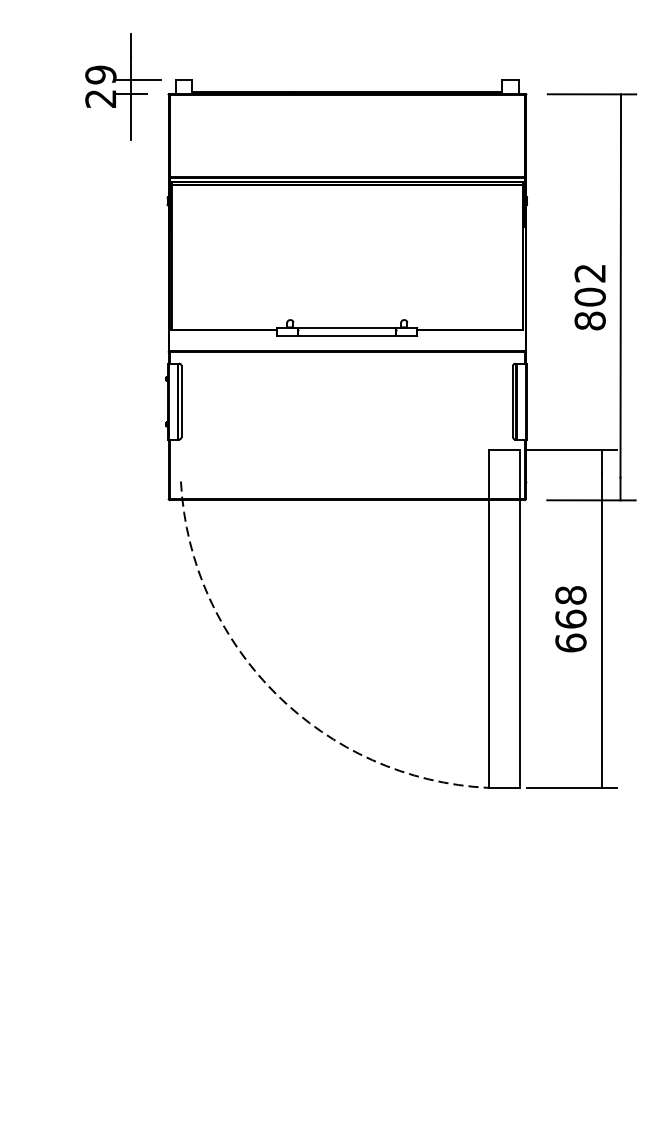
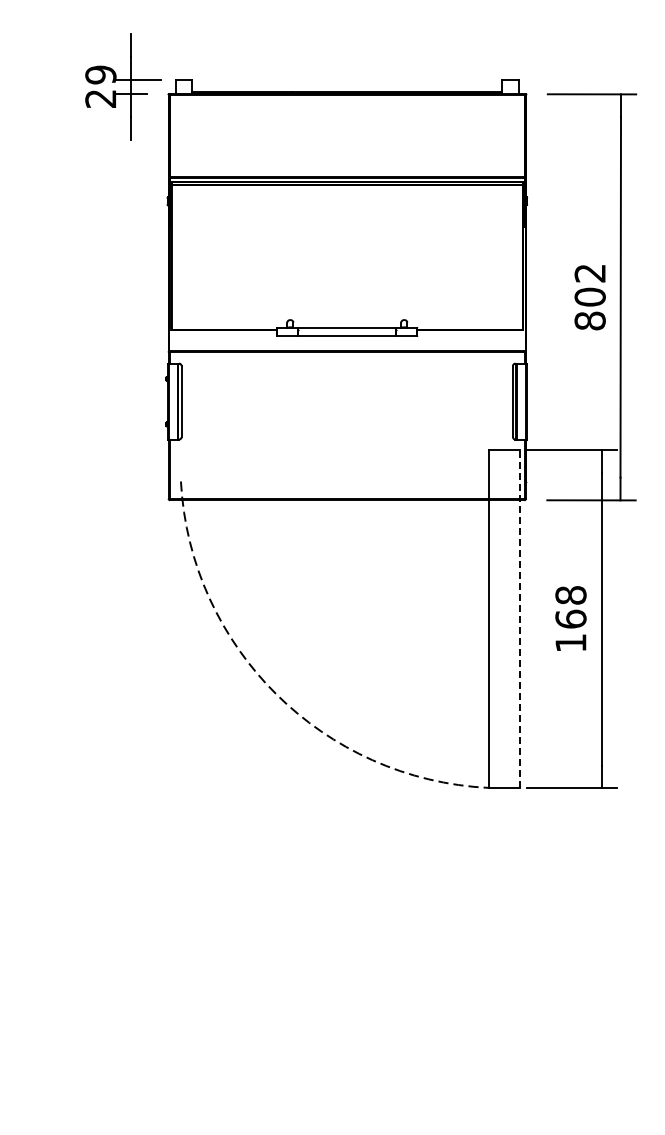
line at (519, 618): solid -> dashed
text at (570, 642): 668 -> 168
